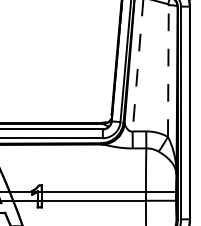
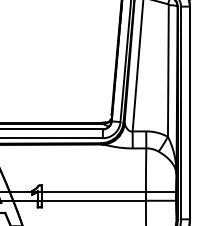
line at (137, 66): dashed -> solid
line at (168, 71): dashed -> solid
